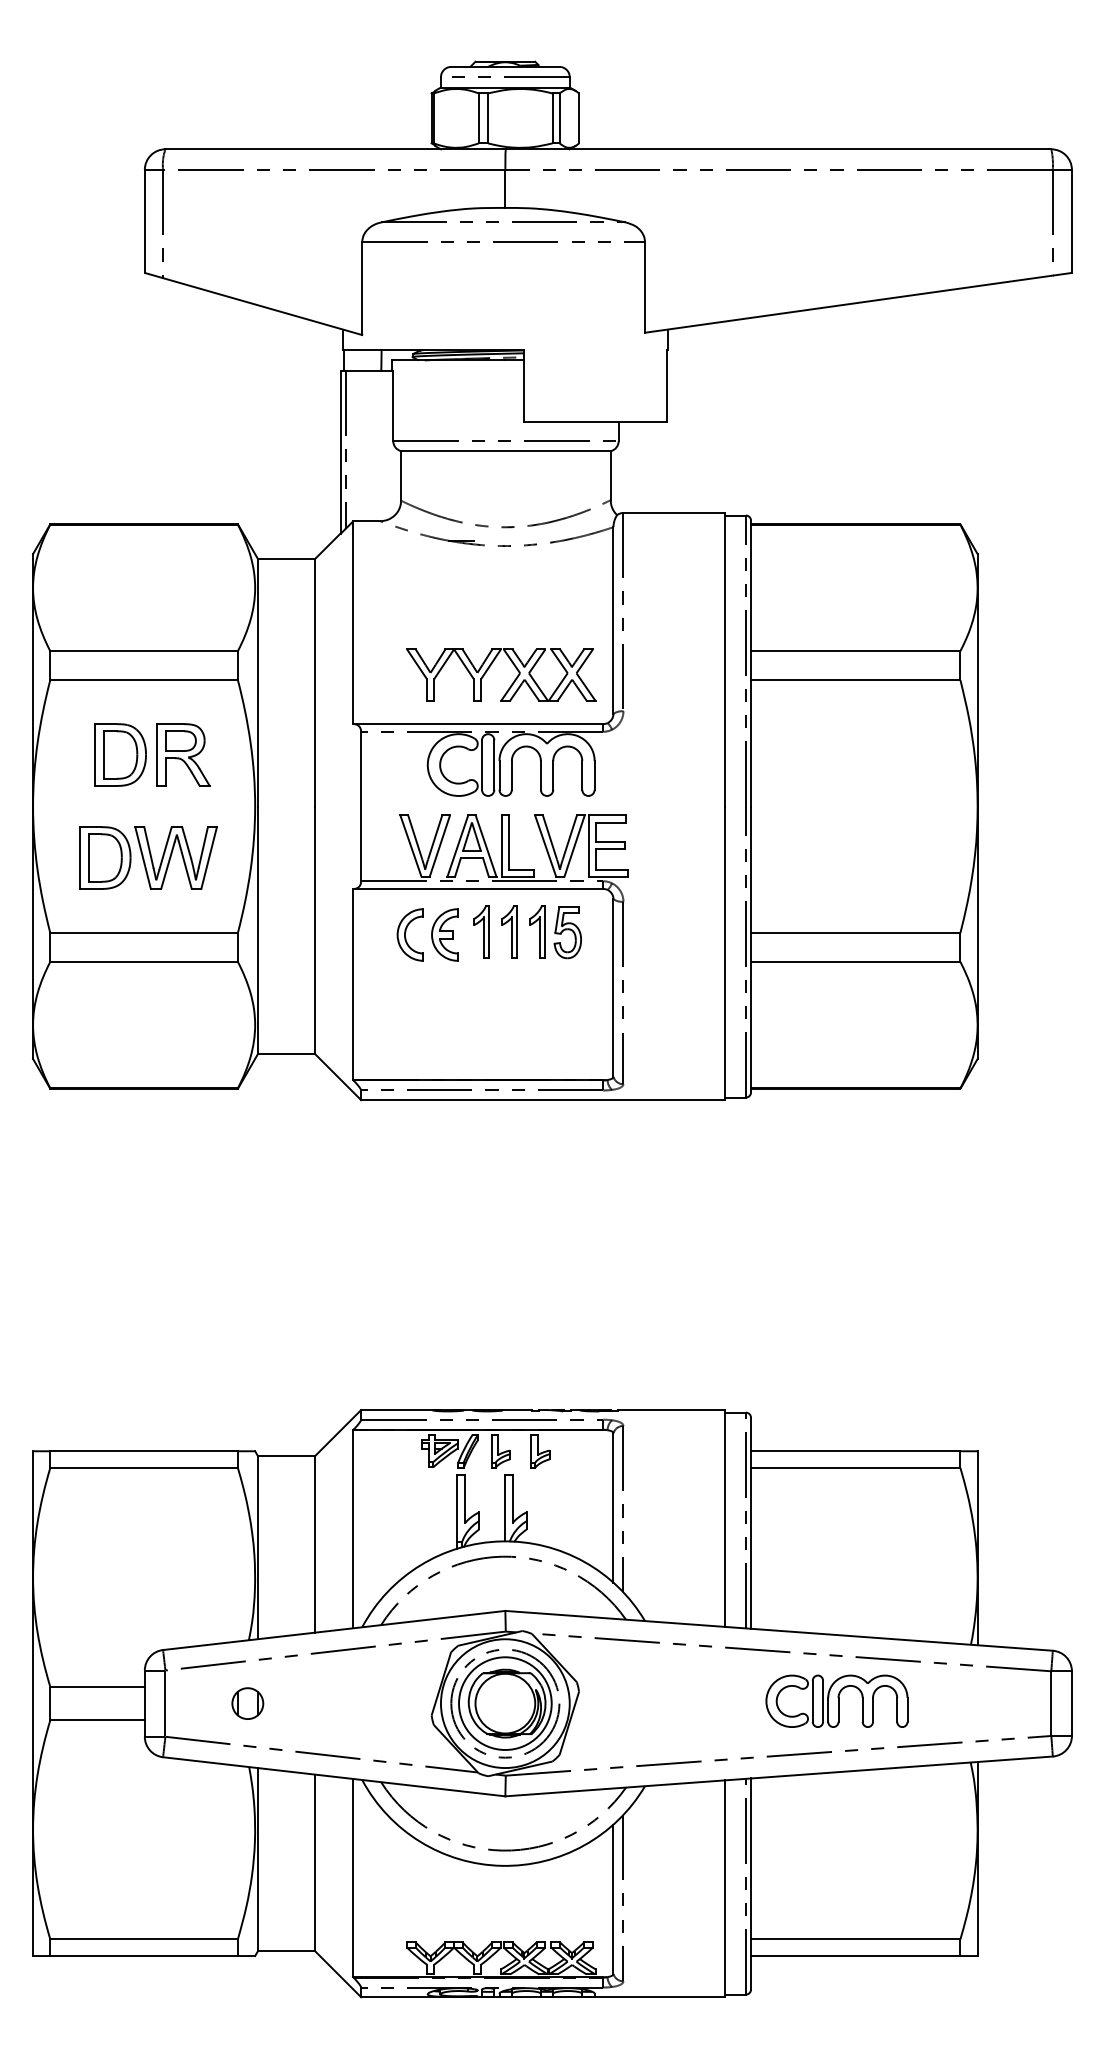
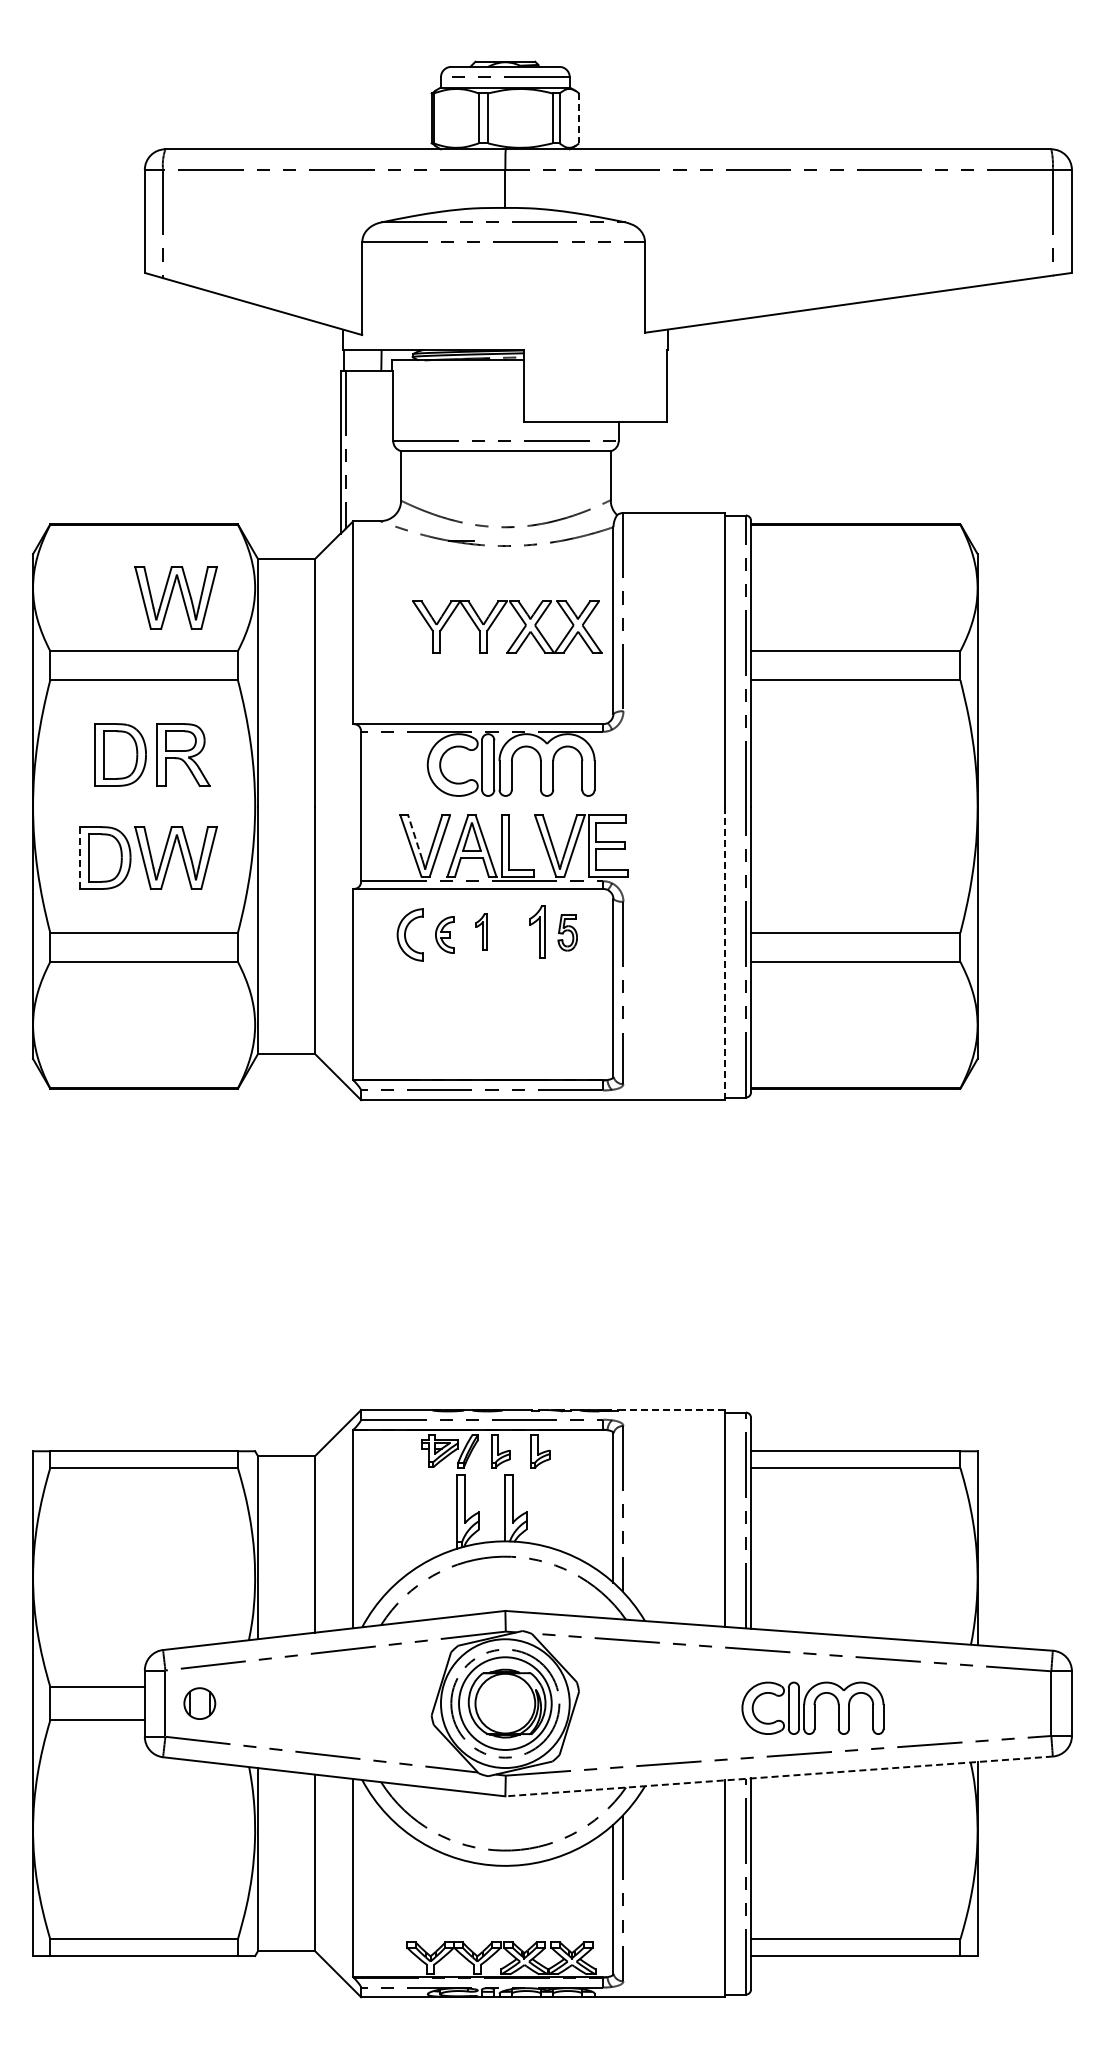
line at (579, 118): solid -> dashed
part at (175, 597): none -> present
part at (489, 668) position: (489, 668) -> (495, 620)
line at (415, 837): solid -> dashed
line at (79, 858): solid -> dashed
part at (481, 931) size: 17x54 px -> 13x38 px
part at (509, 931): present -> none
part at (567, 932) size: 29x54 px -> 21x38 px
part at (444, 934) size: 28x54 px -> 20x38 px
line at (725, 953): solid -> dashed
line at (671, 1410): solid -> dashed
part at (836, 1700) position: (836, 1700) -> (812, 1707)
part at (247, 1703) position: (247, 1703) -> (199, 1703)
line at (778, 1776): solid -> dashed
